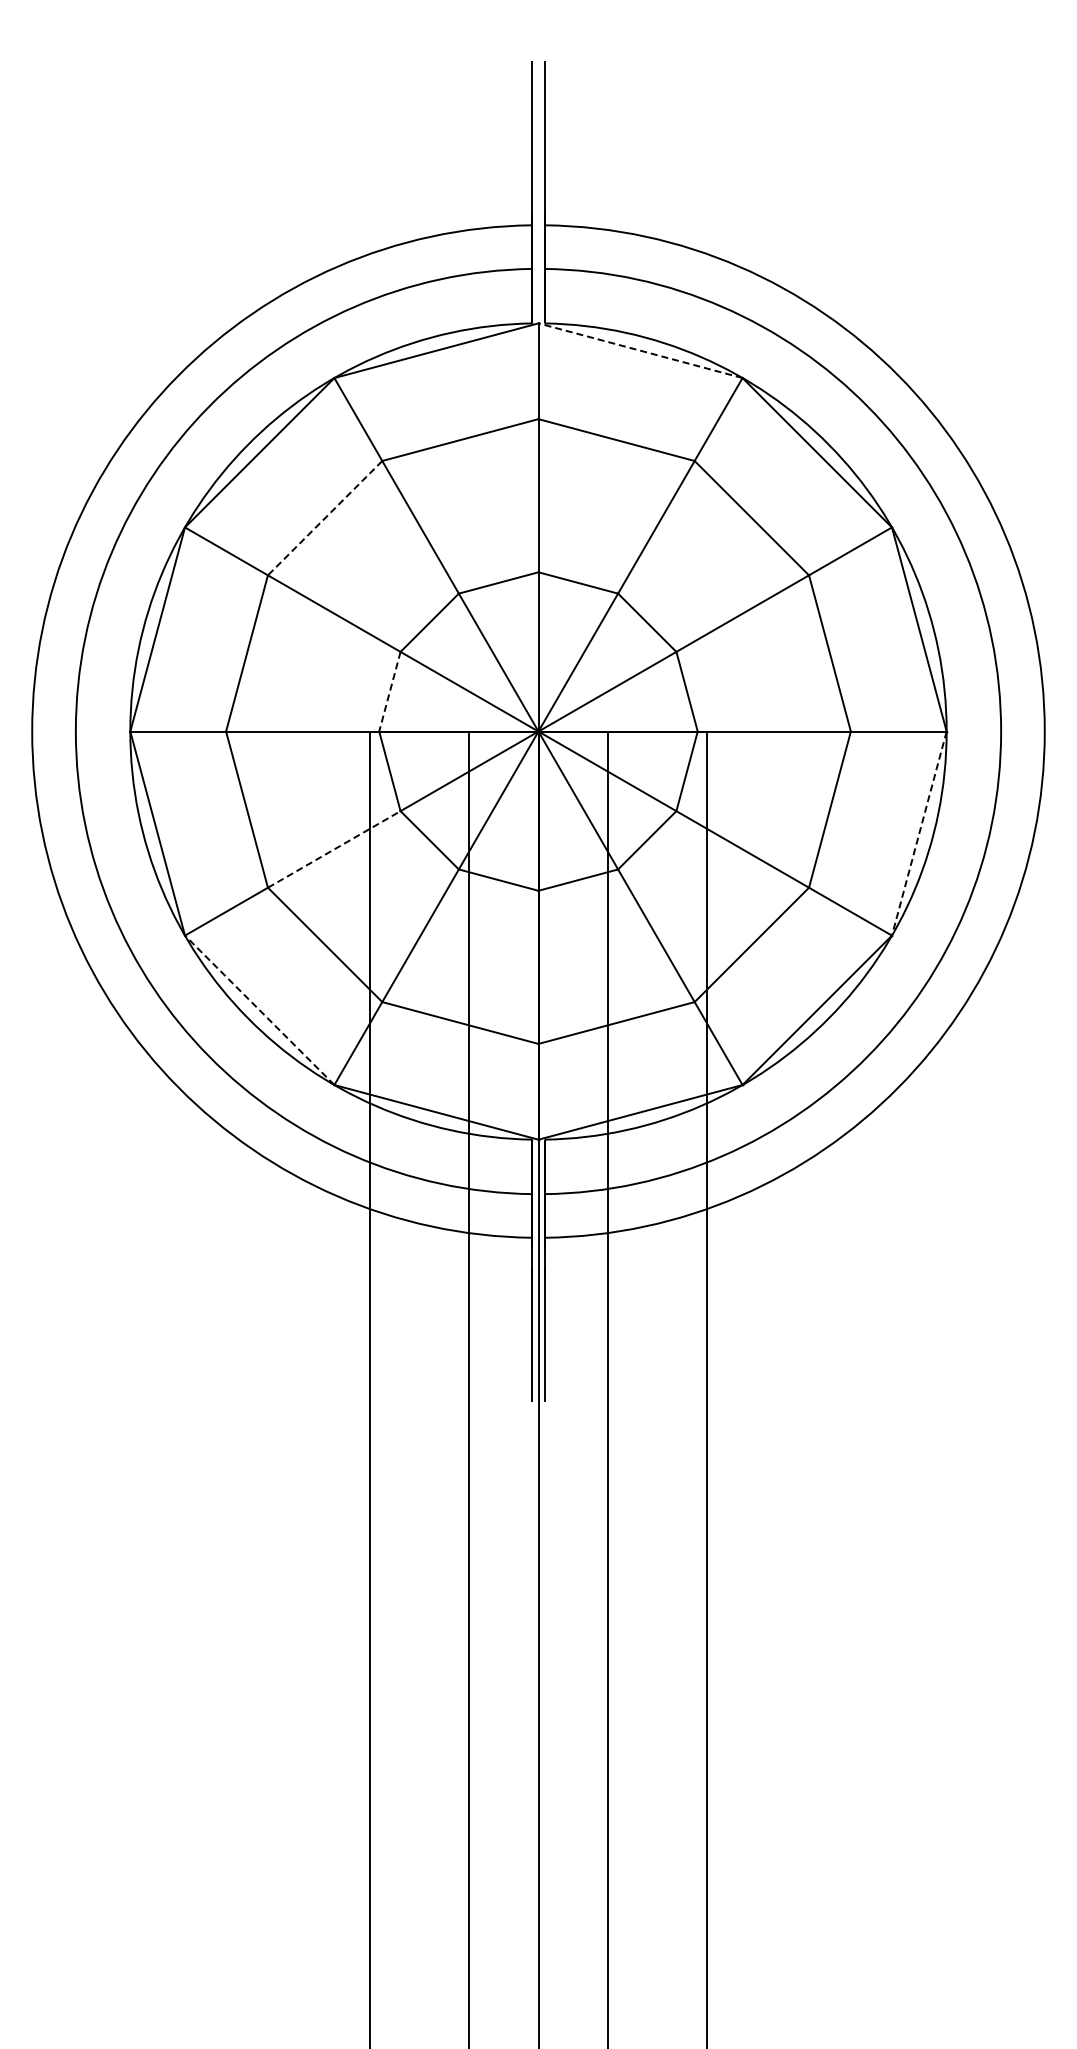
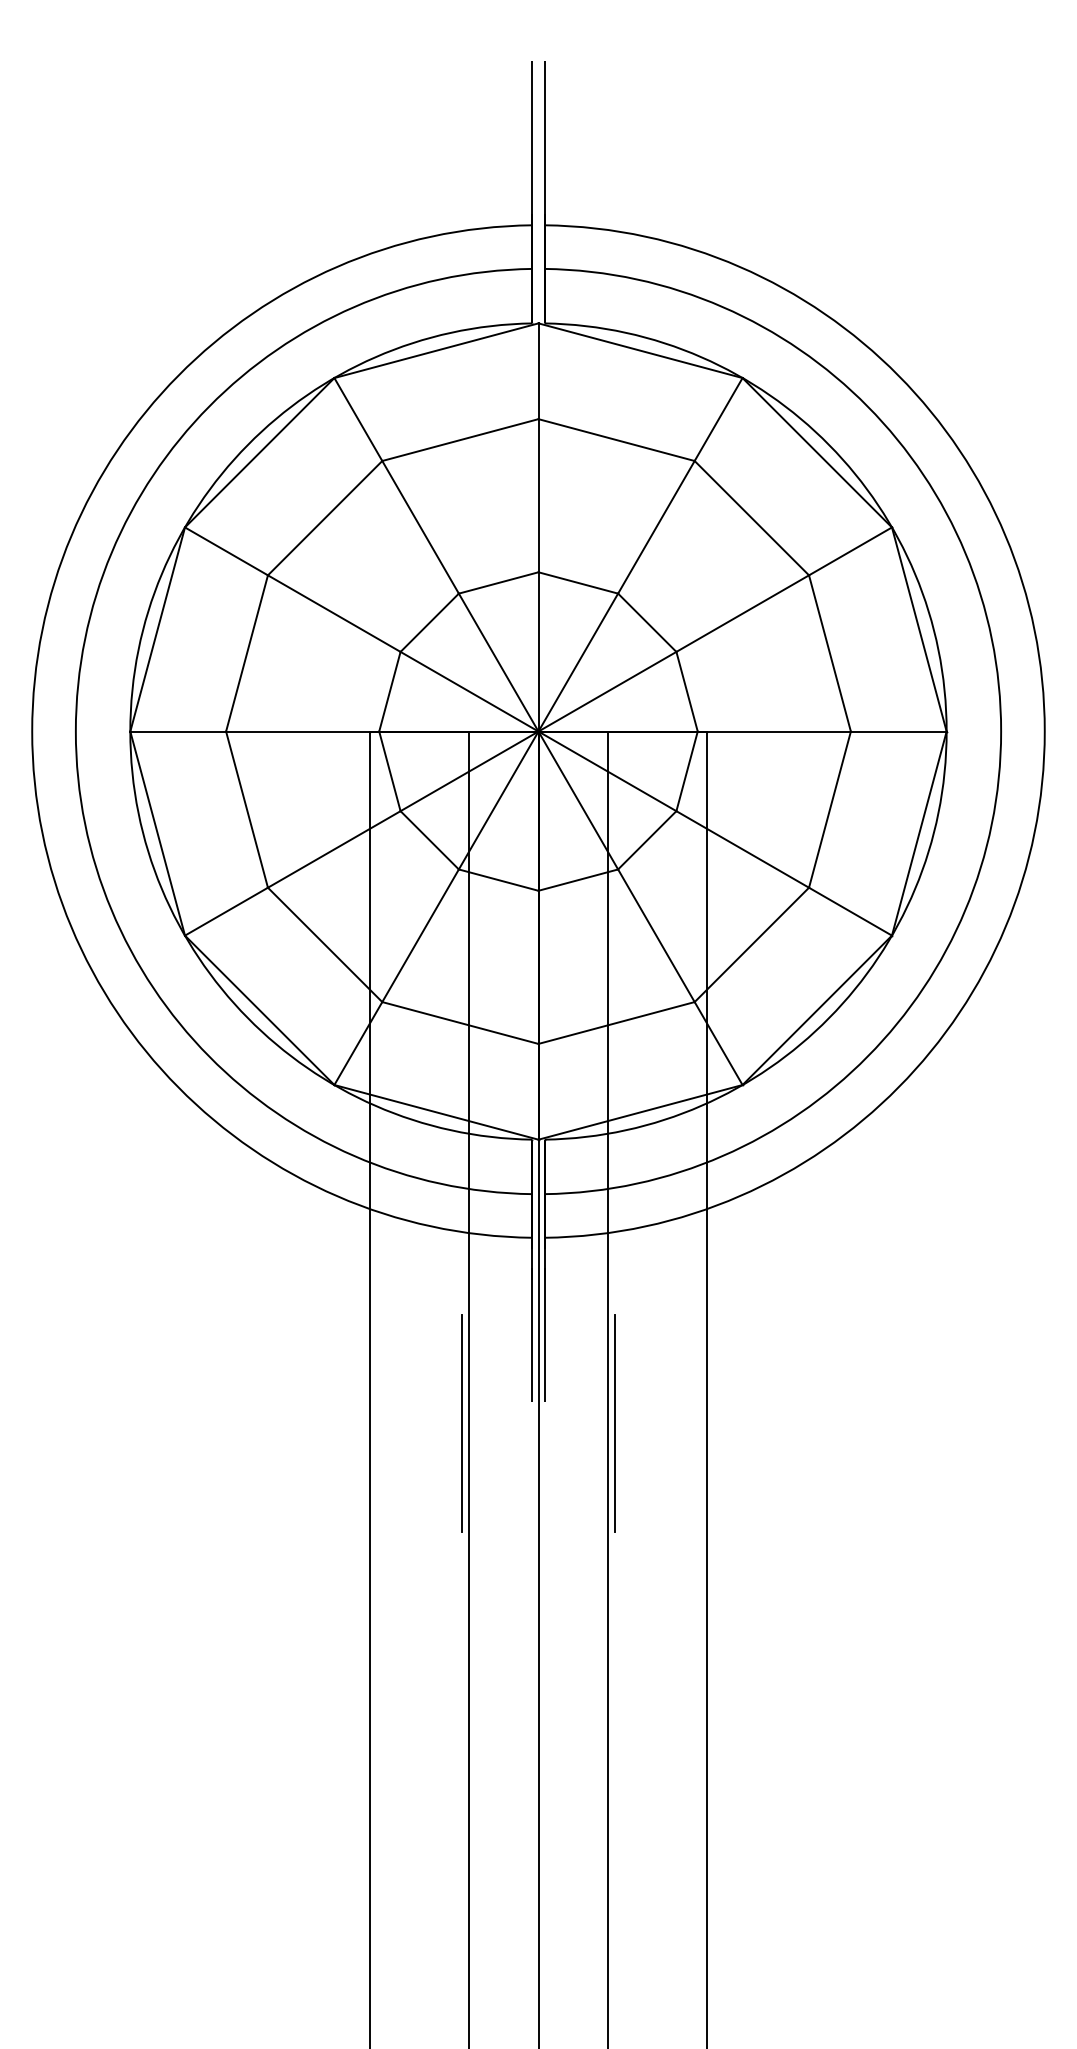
line at (640, 350): dashed -> solid
line at (325, 518): dashed -> solid
line at (389, 692): dashed -> solid
line at (919, 833): dashed -> solid
line at (334, 849): dashed -> solid
line at (259, 1010): dashed -> solid
line at (462, 1423): none -> present
line at (614, 1423): none -> present
